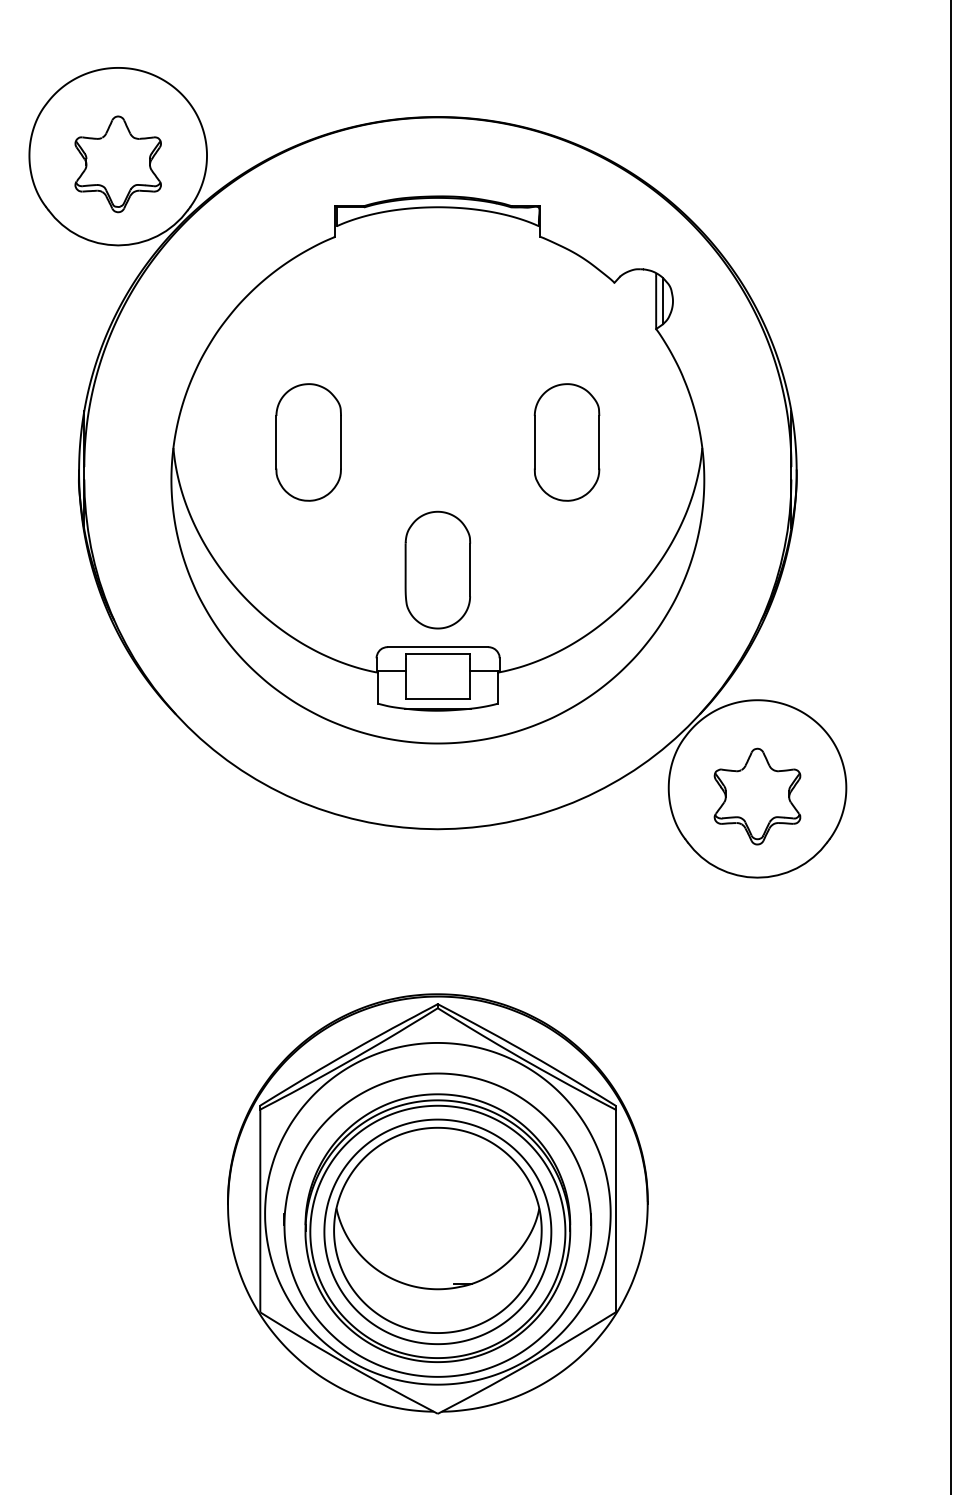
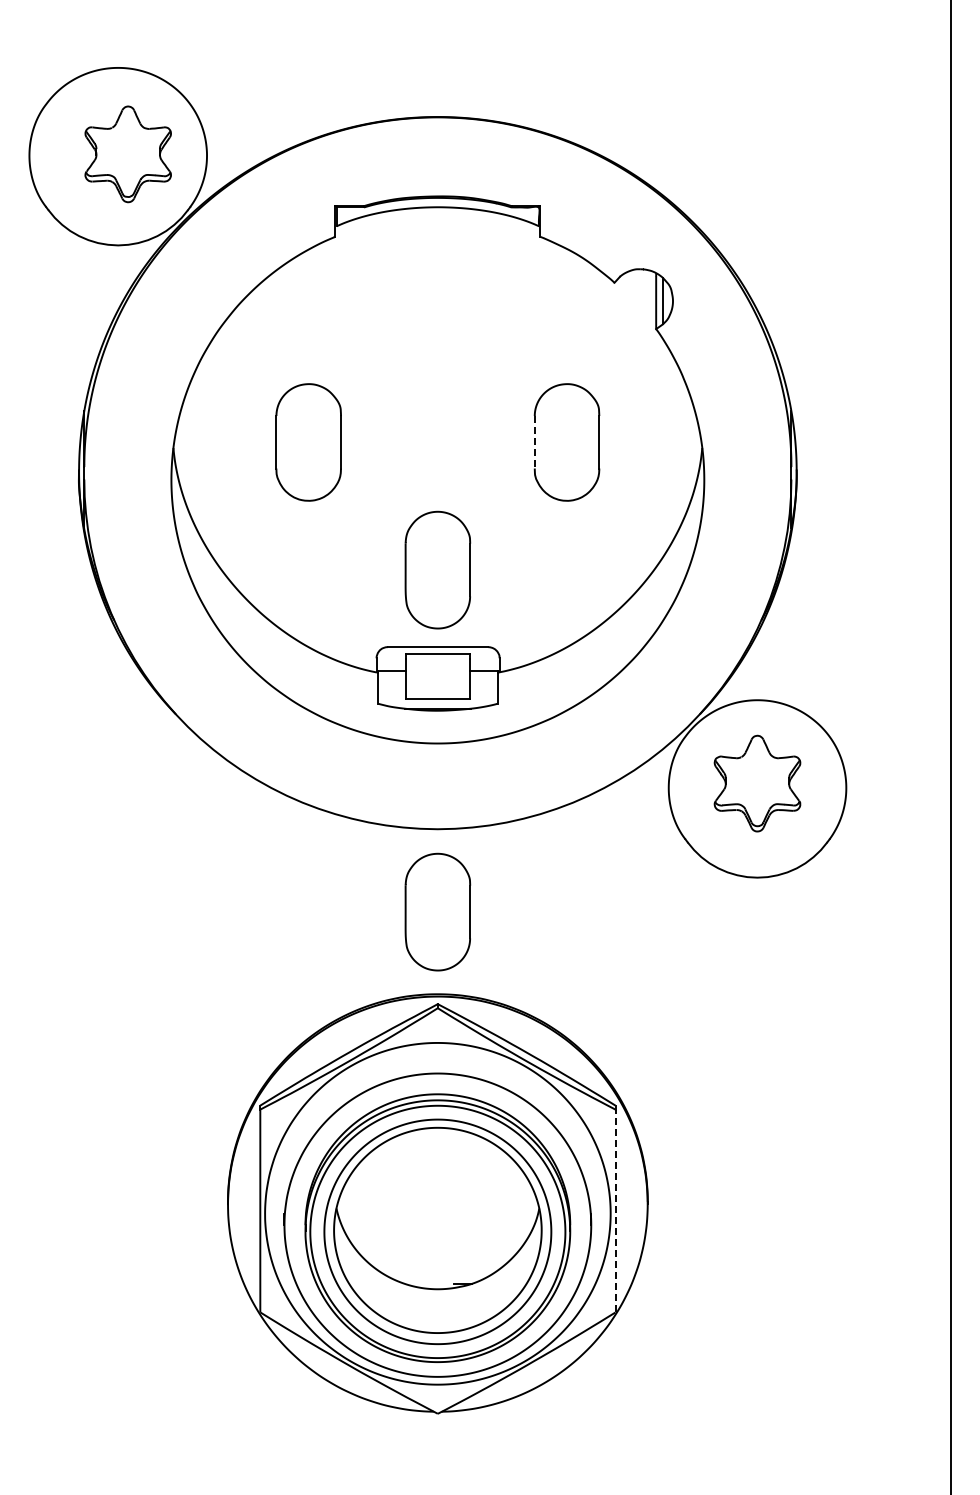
part at (117, 164) position: (117, 164) -> (127, 154)
line at (534, 442): solid -> dashed
part at (757, 796) position: (757, 796) -> (757, 783)
part at (437, 911): none -> present
line at (615, 1210): solid -> dashed
